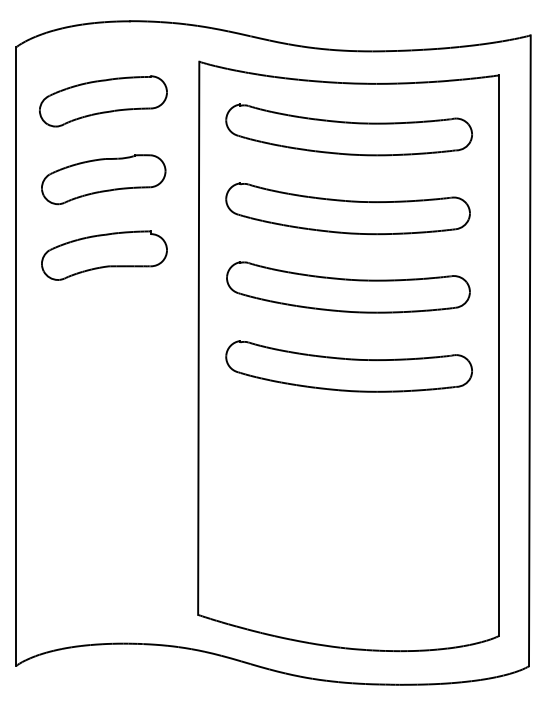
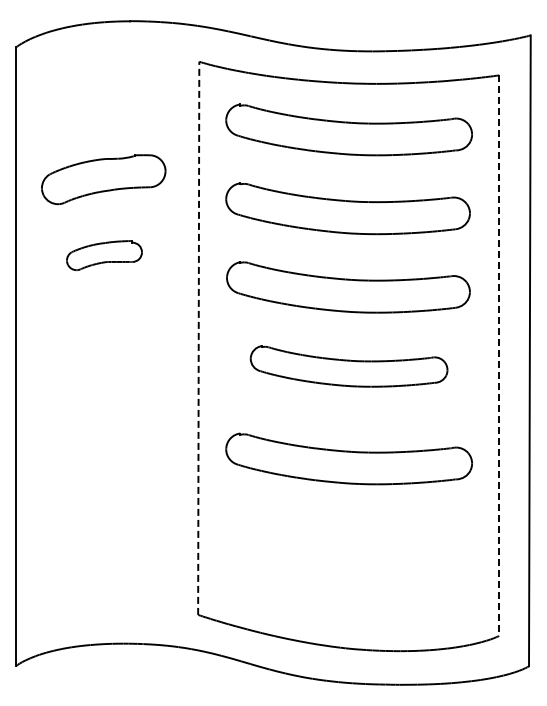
part at (103, 101): present -> none
part at (104, 255) size: 127x51 px -> 77x32 px
line at (198, 338): solid -> dashed
line at (499, 356): solid -> dashed
part at (348, 366) size: 248x53 px -> 200x43 px
part at (348, 458): none -> present
